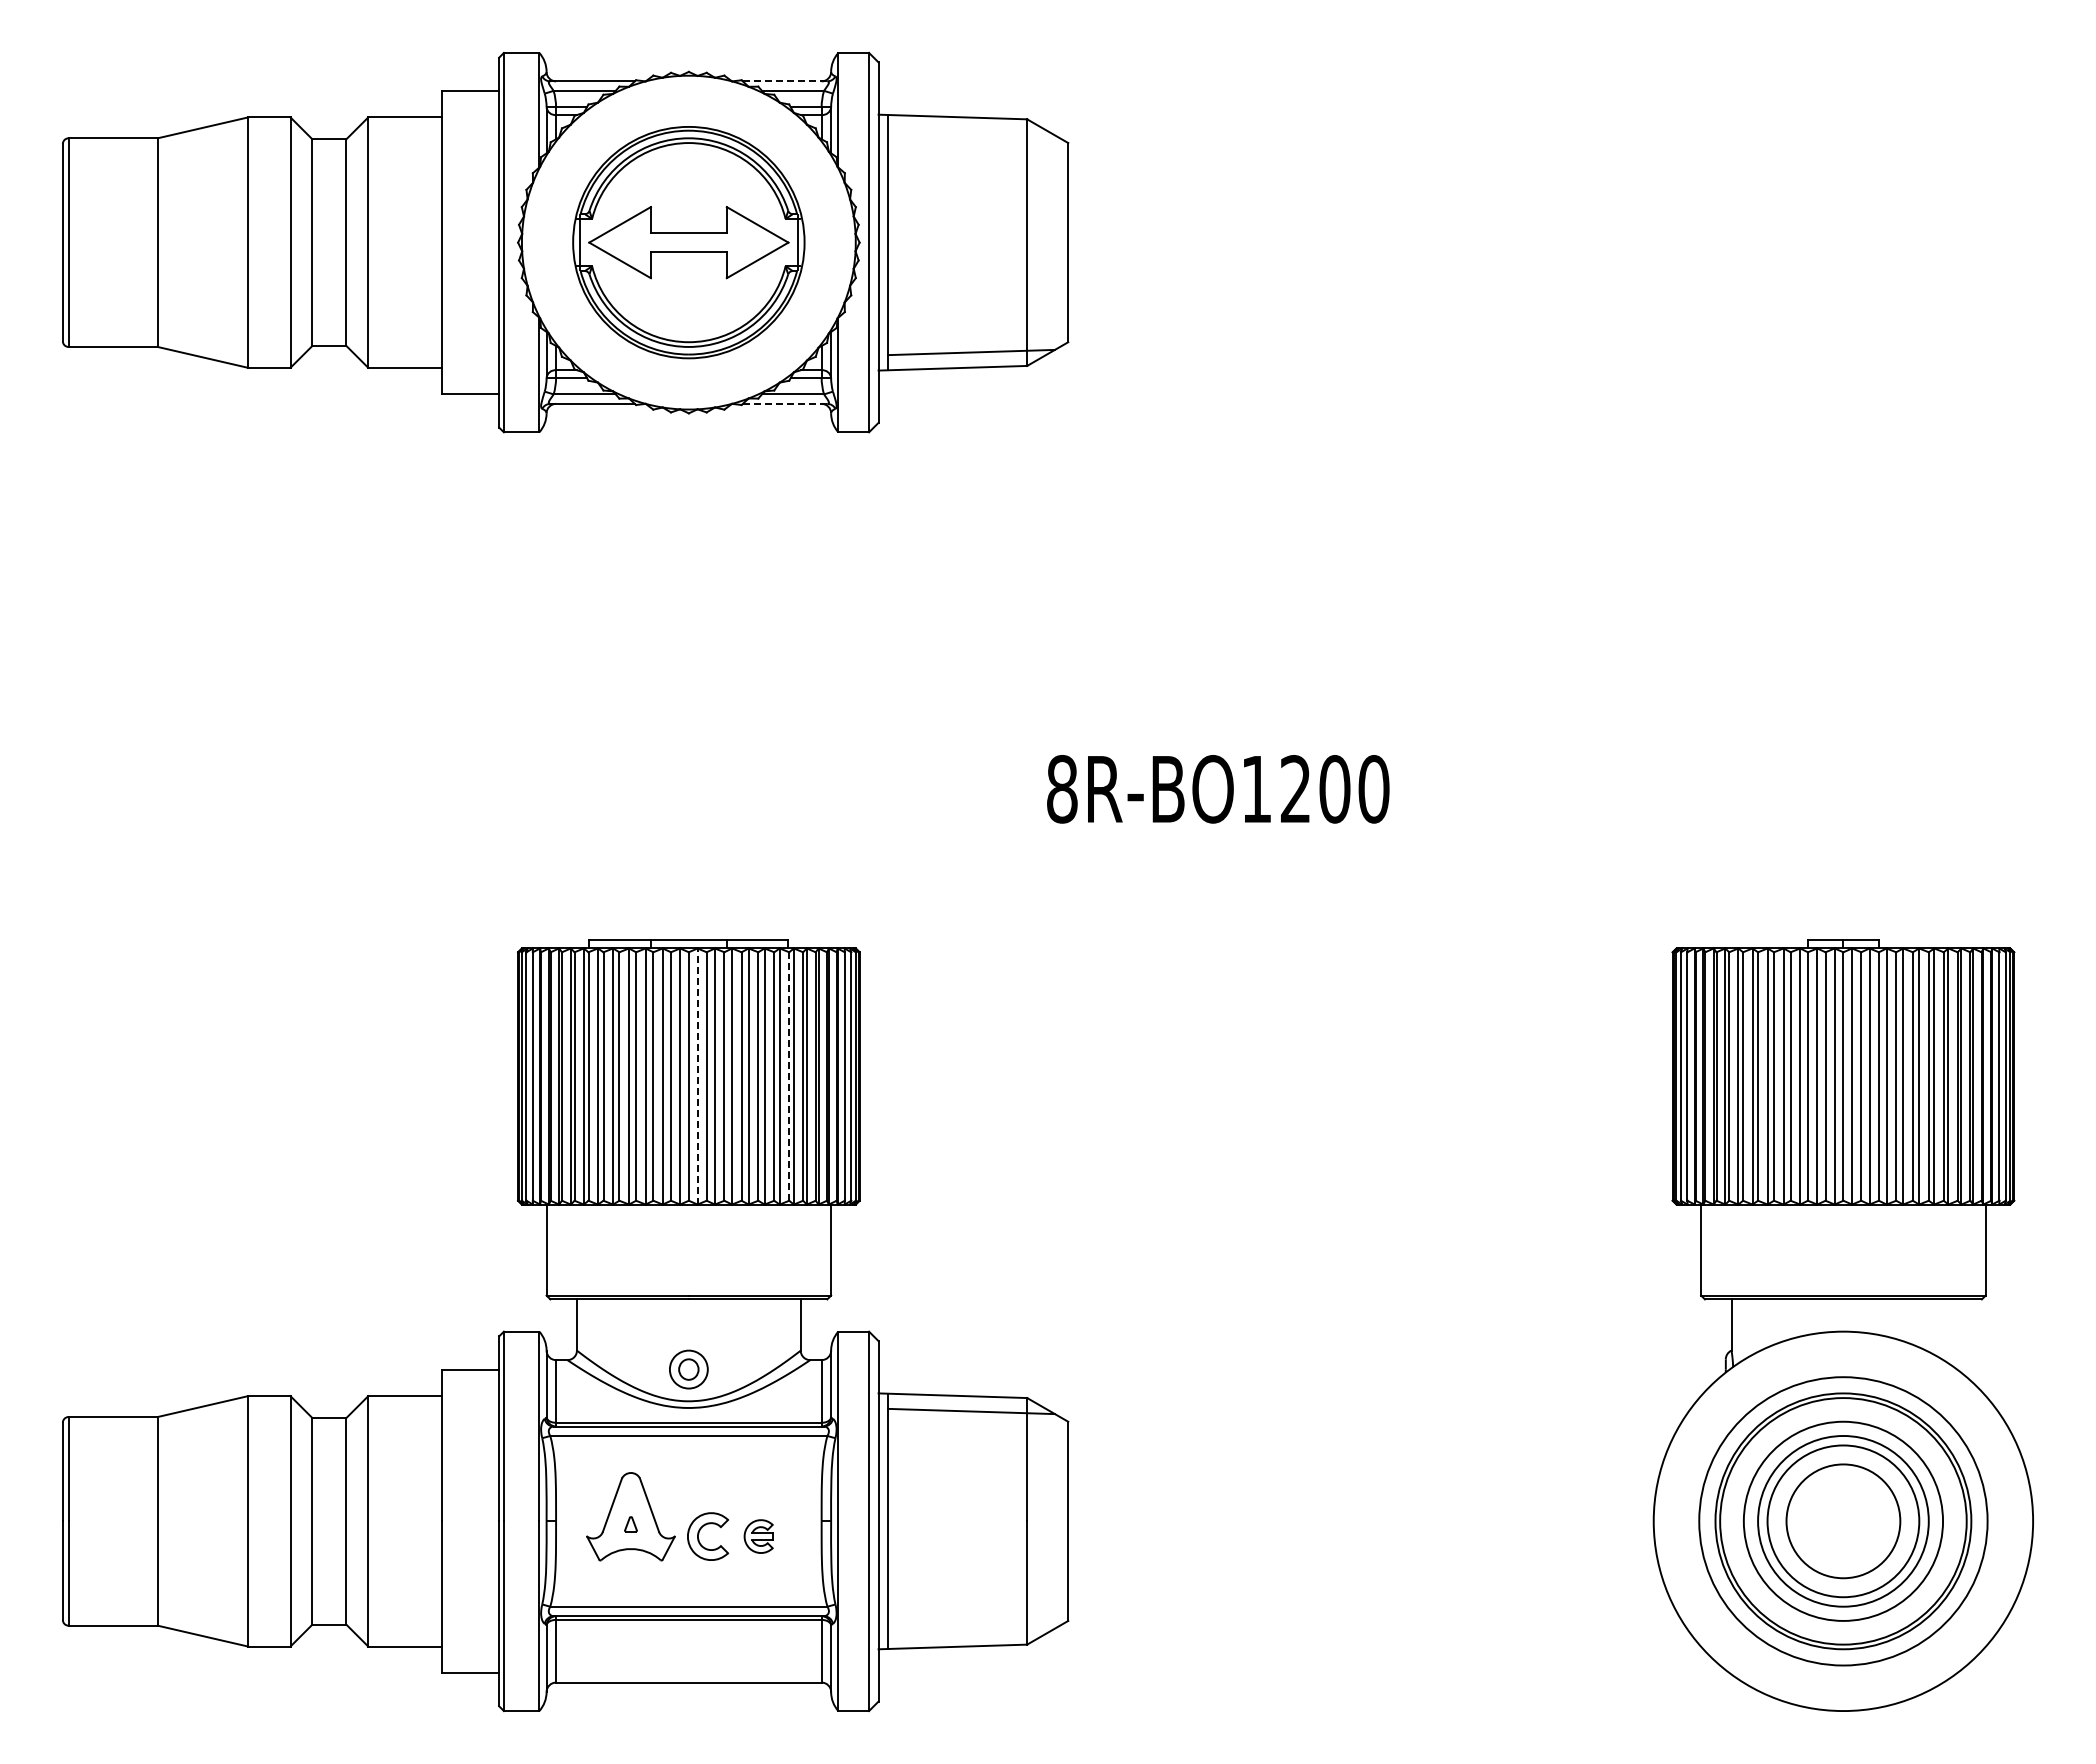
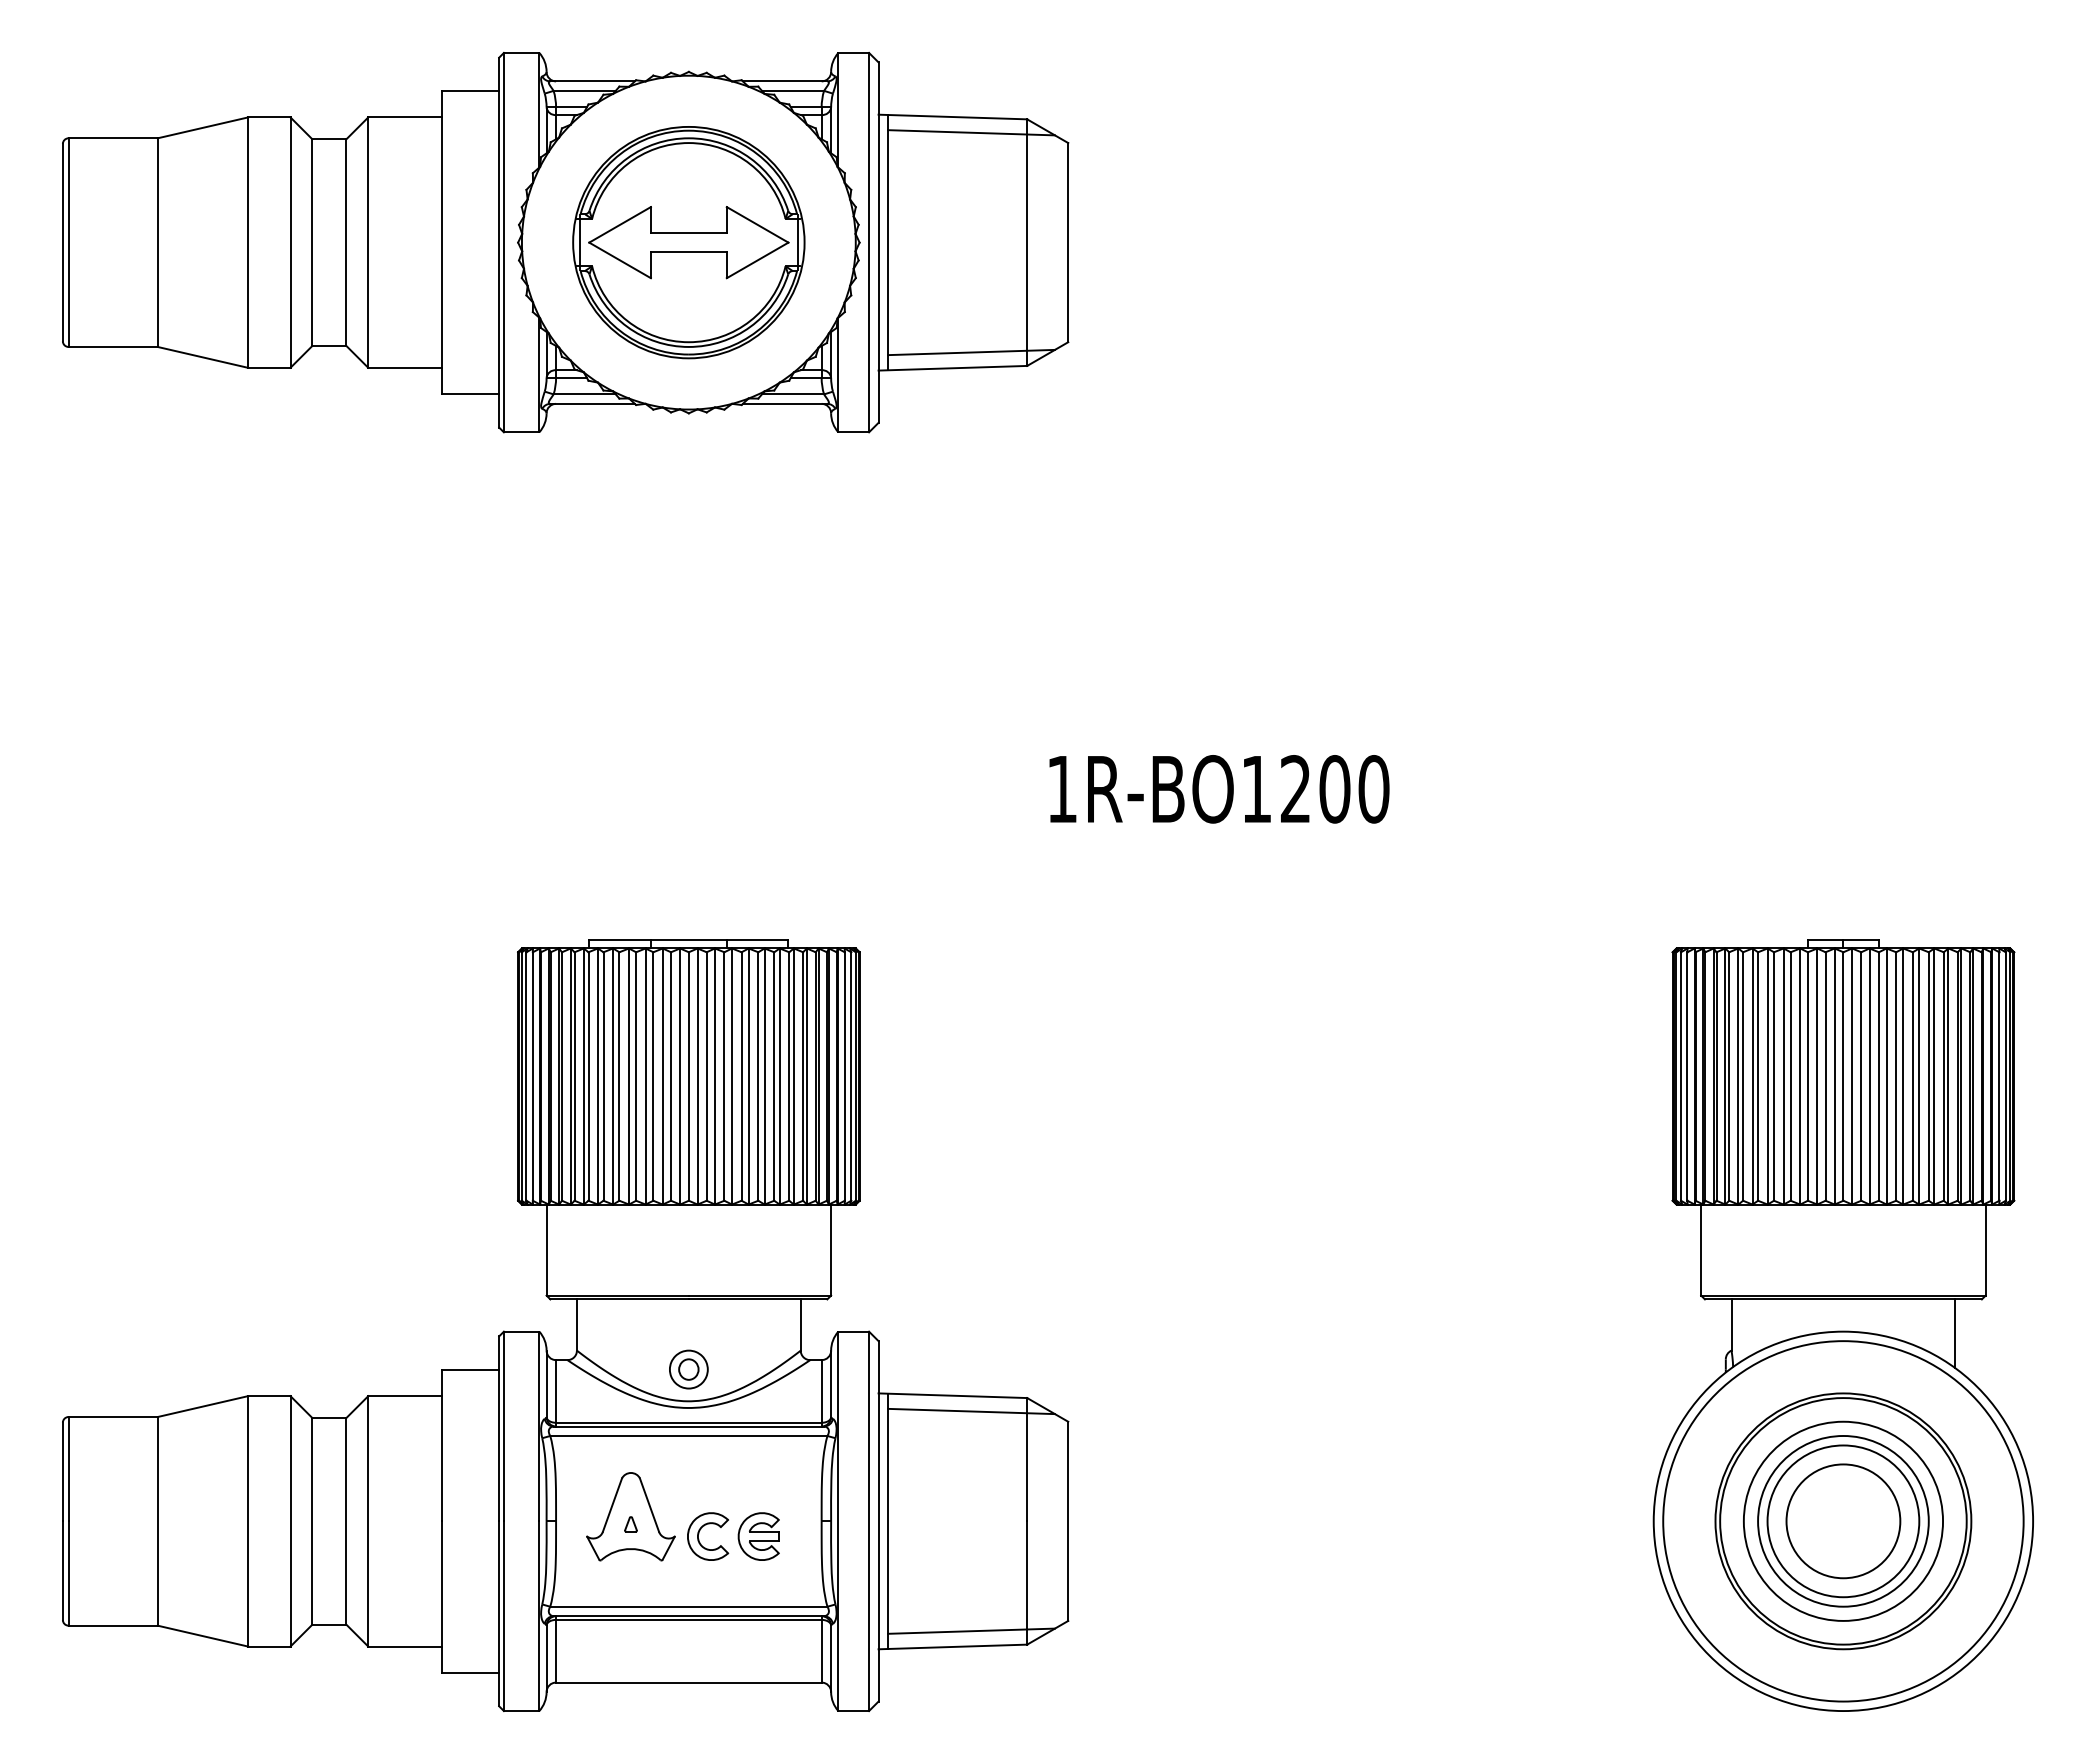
line at (785, 81): dashed -> solid
line at (971, 132): none -> present
line at (784, 403): dashed -> solid
text at (1062, 789): 8R-BO1200 -> 1R-BO1200
line at (697, 1076): dashed -> solid
line at (789, 1076): dashed -> solid
line at (1955, 1333): none -> present
circle at (1843, 1521) diameter: 288 px -> 360 px
part at (758, 1536) size: 31x35 px -> 43x49 px
line at (971, 1630): none -> present
